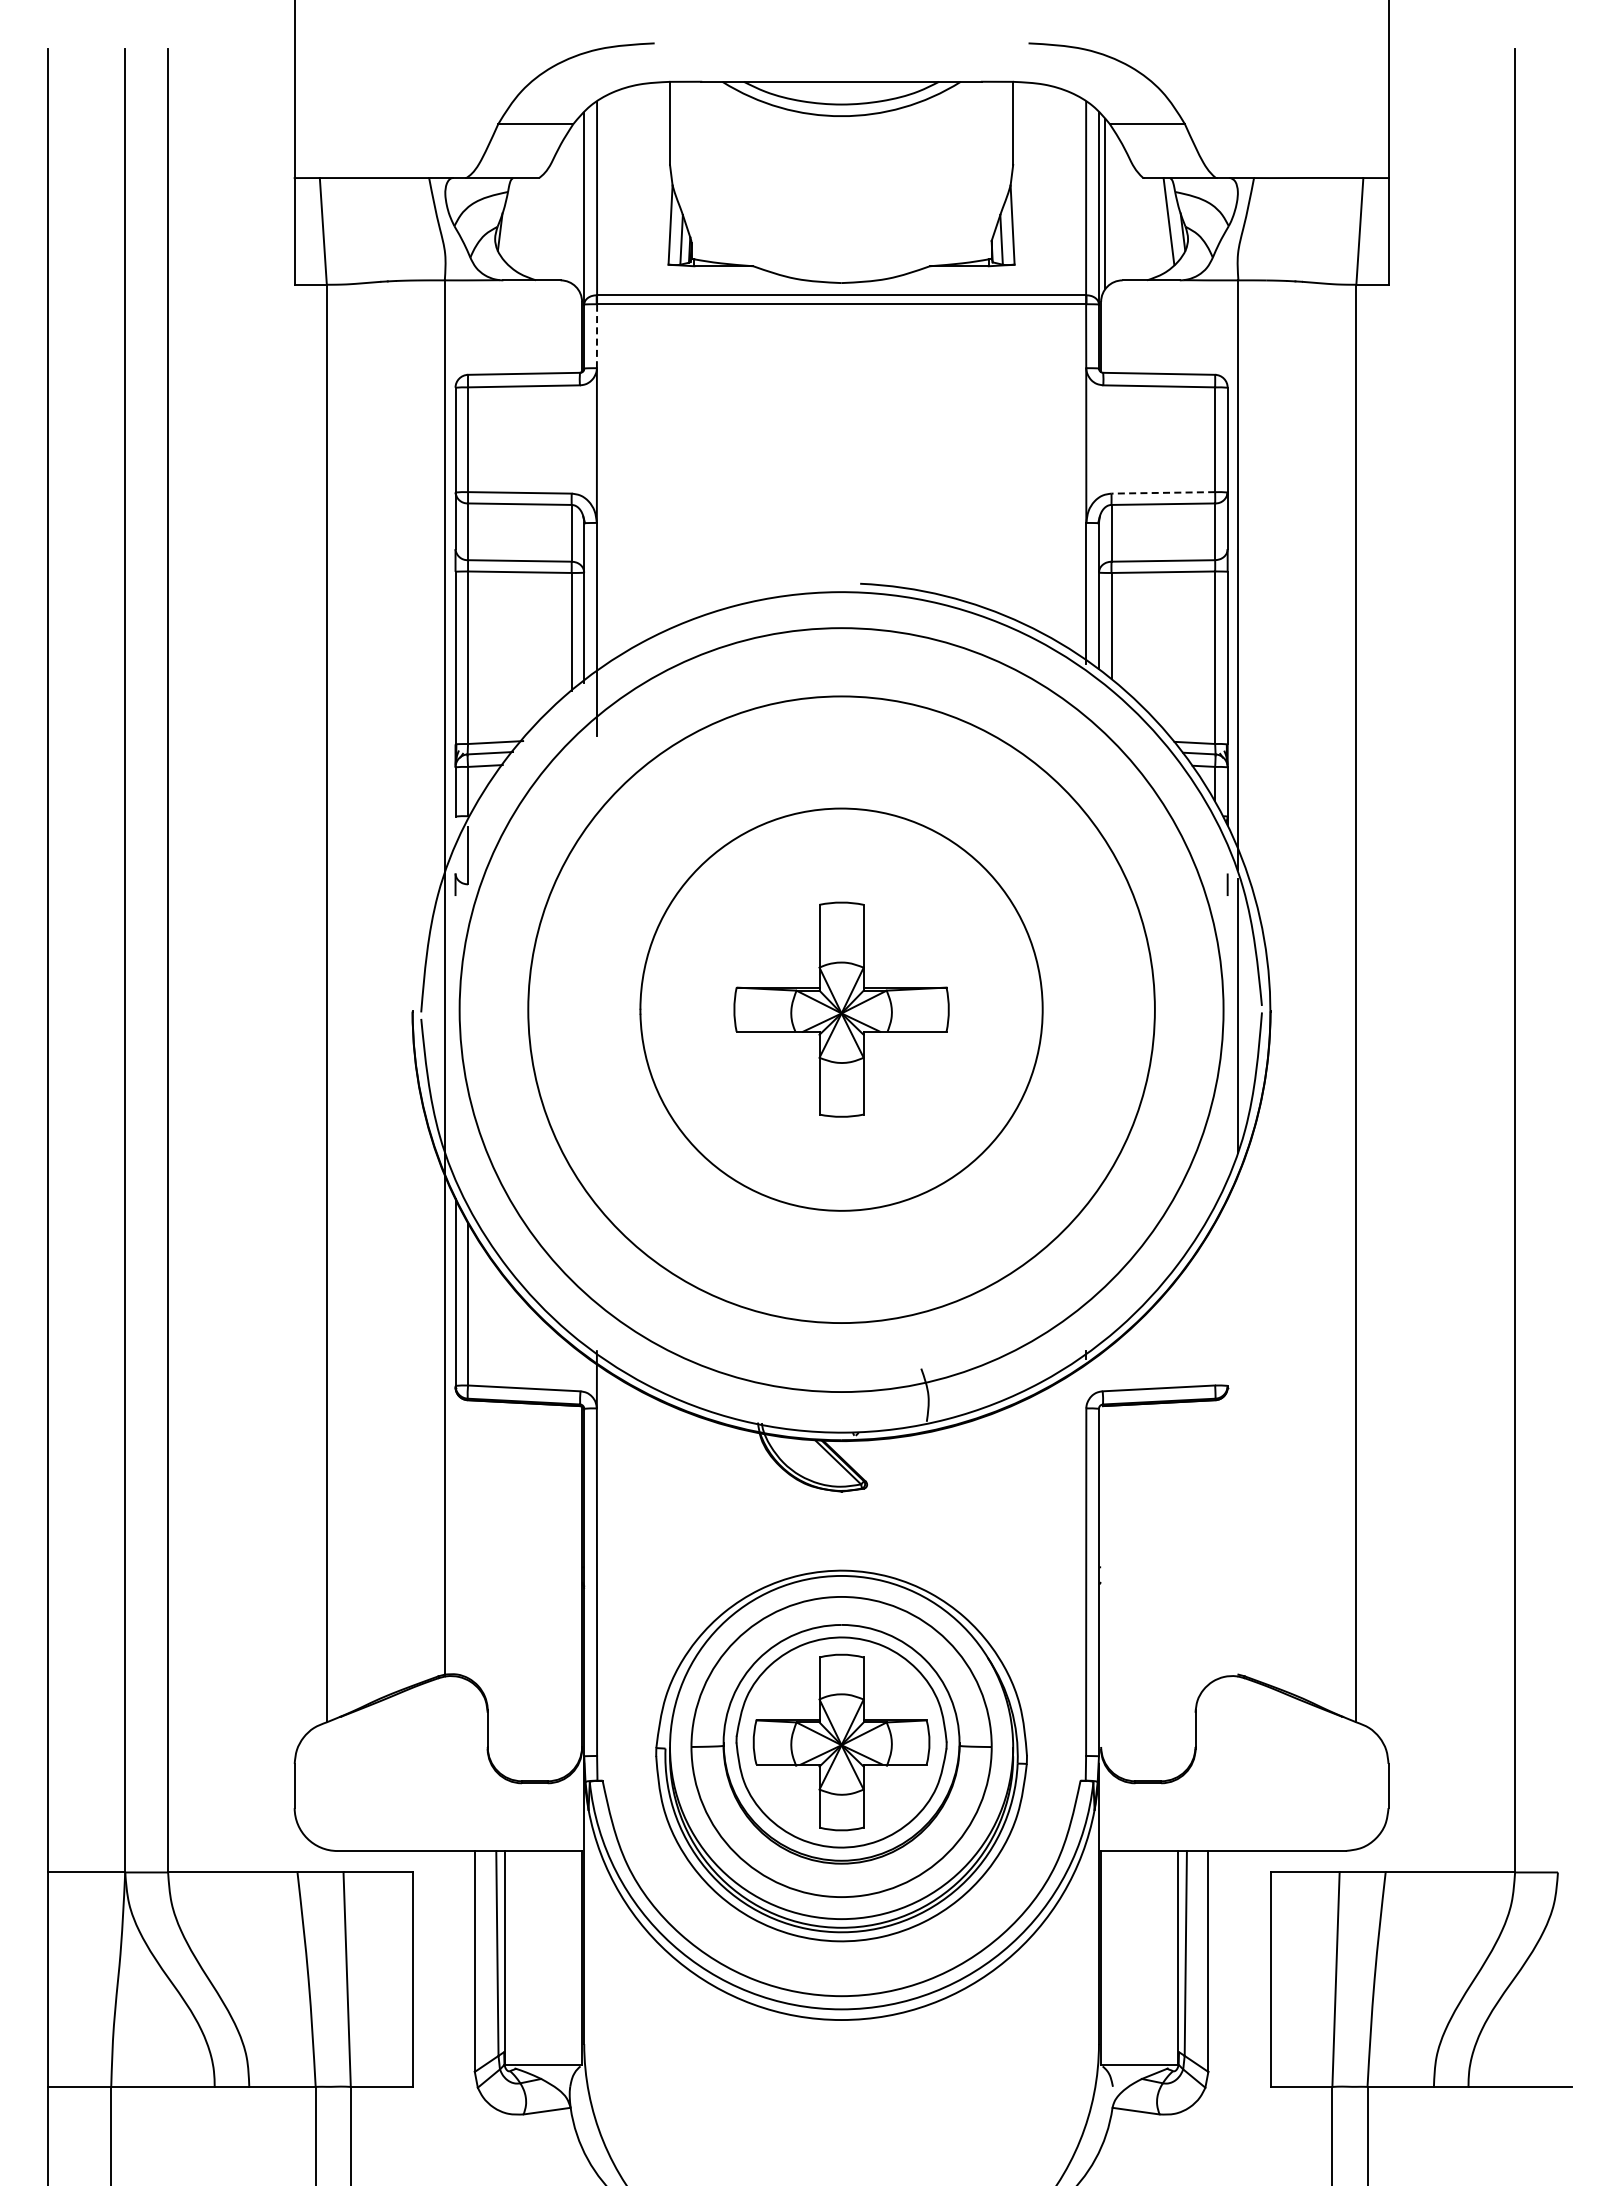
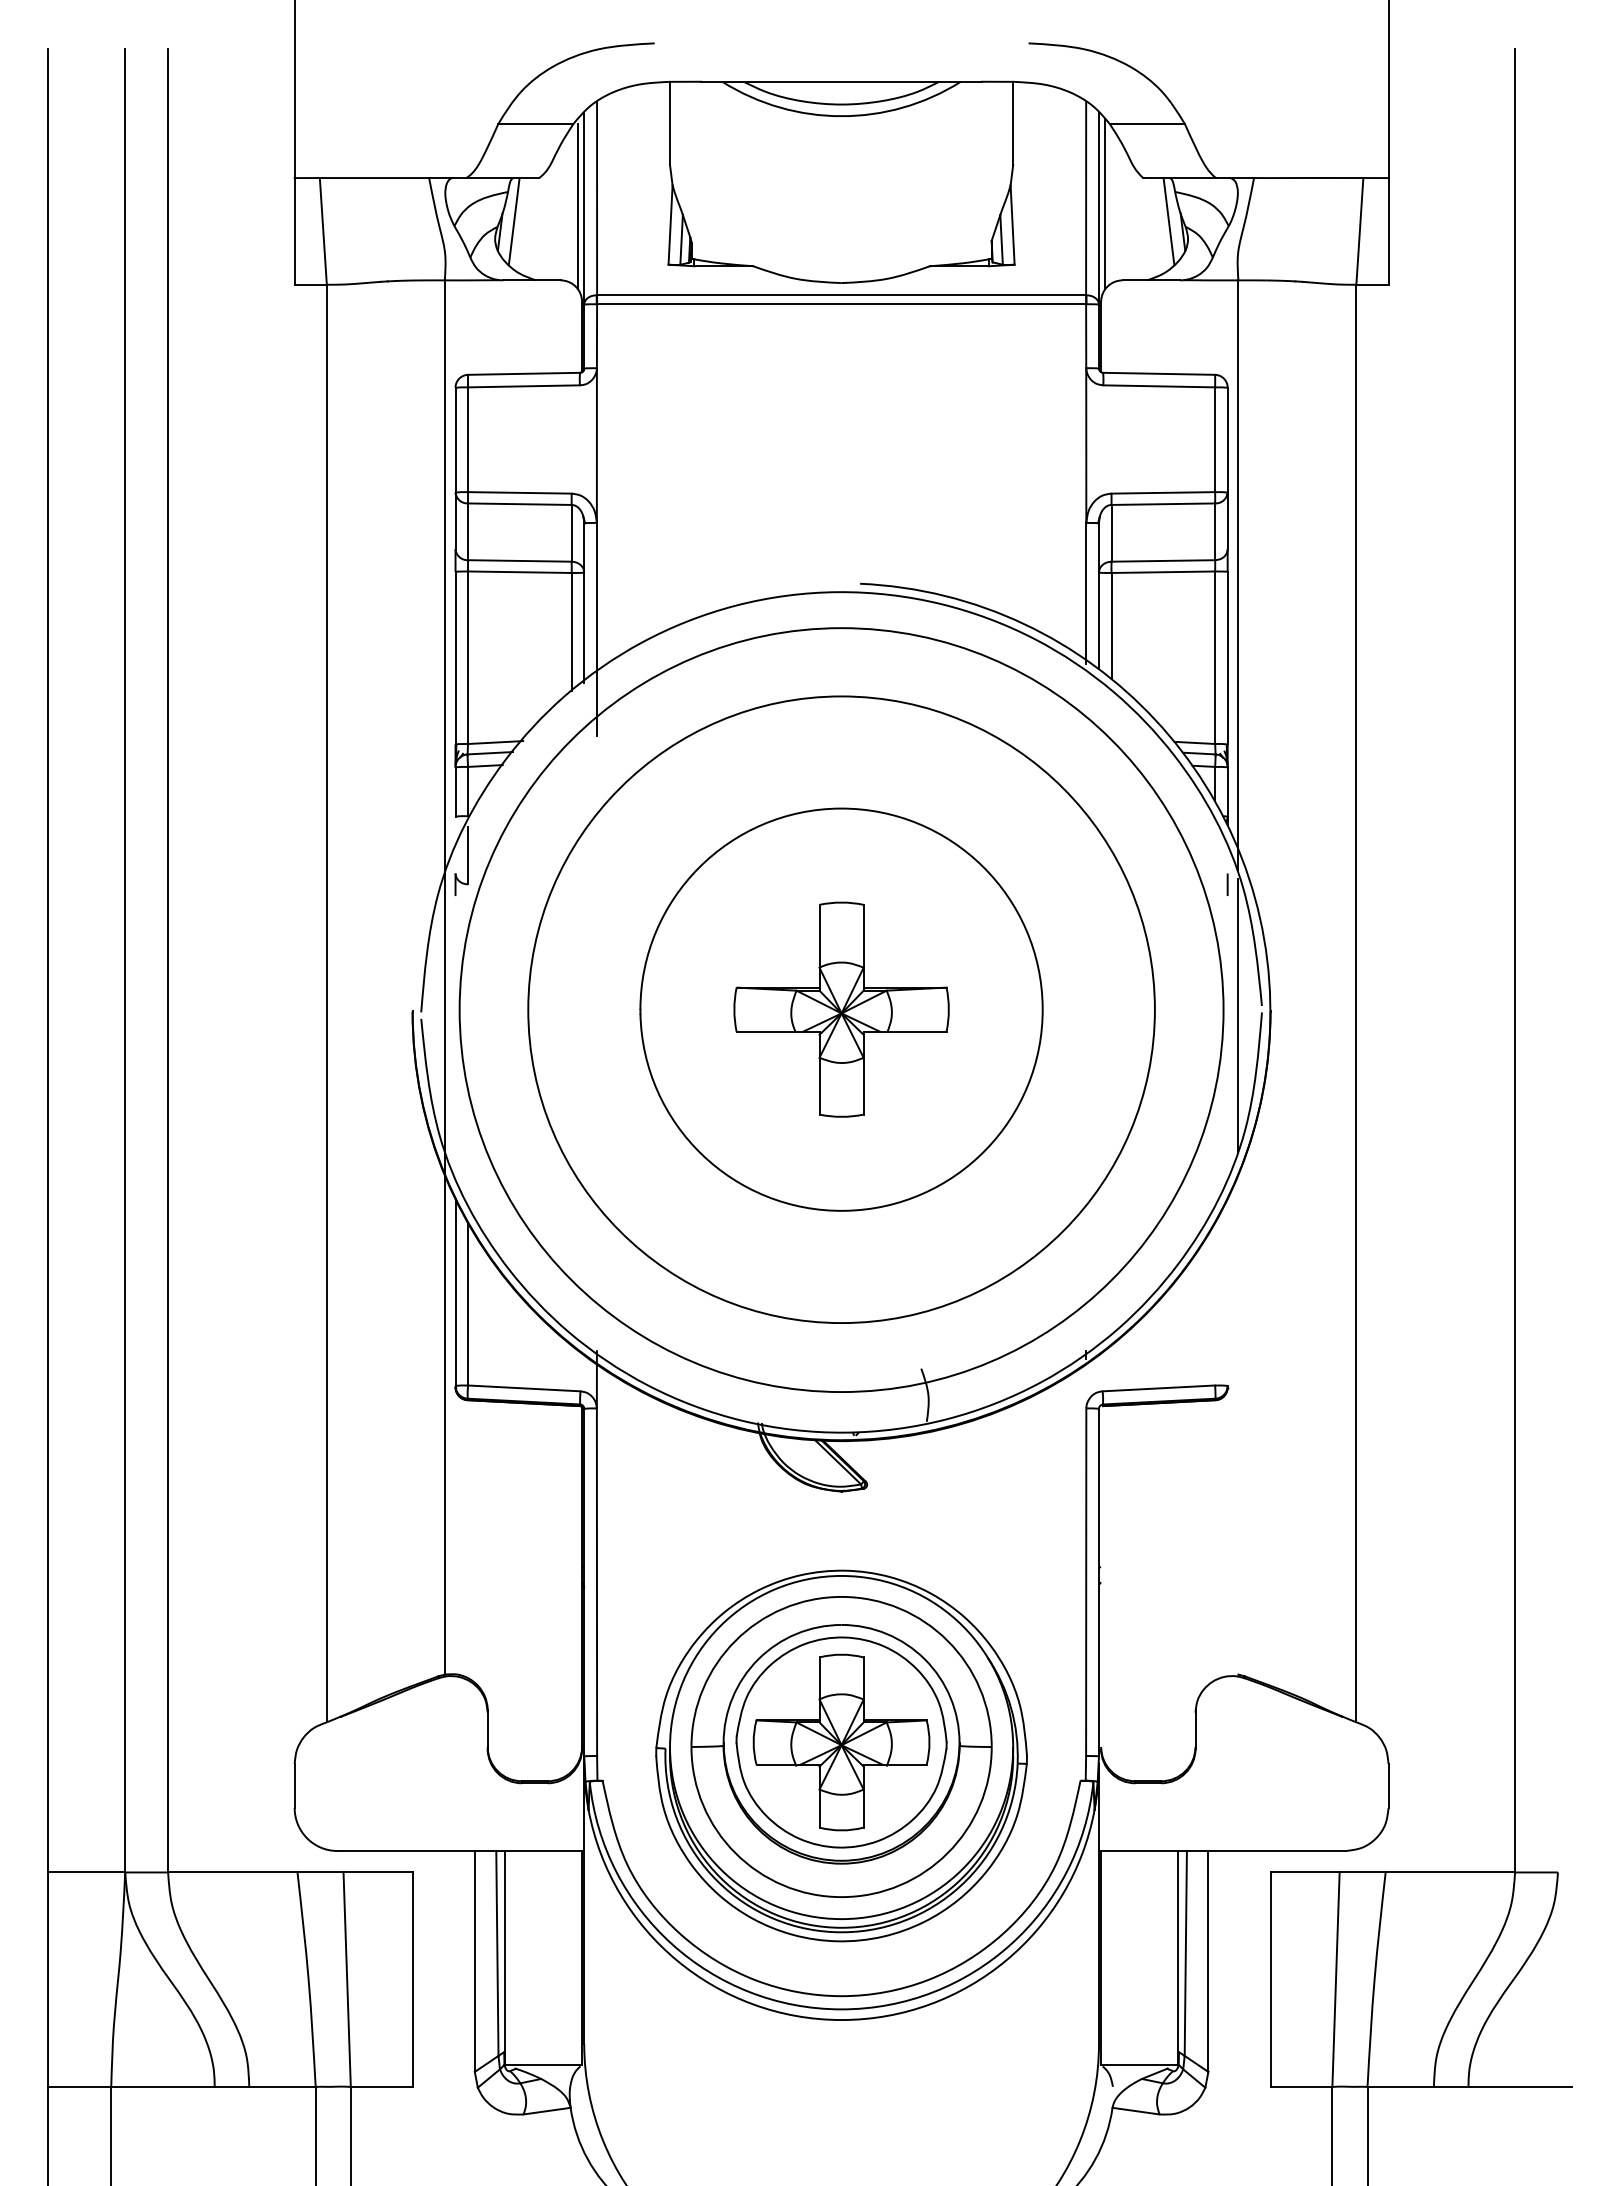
line at (577, 206): none -> present
line at (513, 221): none -> present
line at (597, 336): dashed -> solid
line at (1163, 492): dashed -> solid
